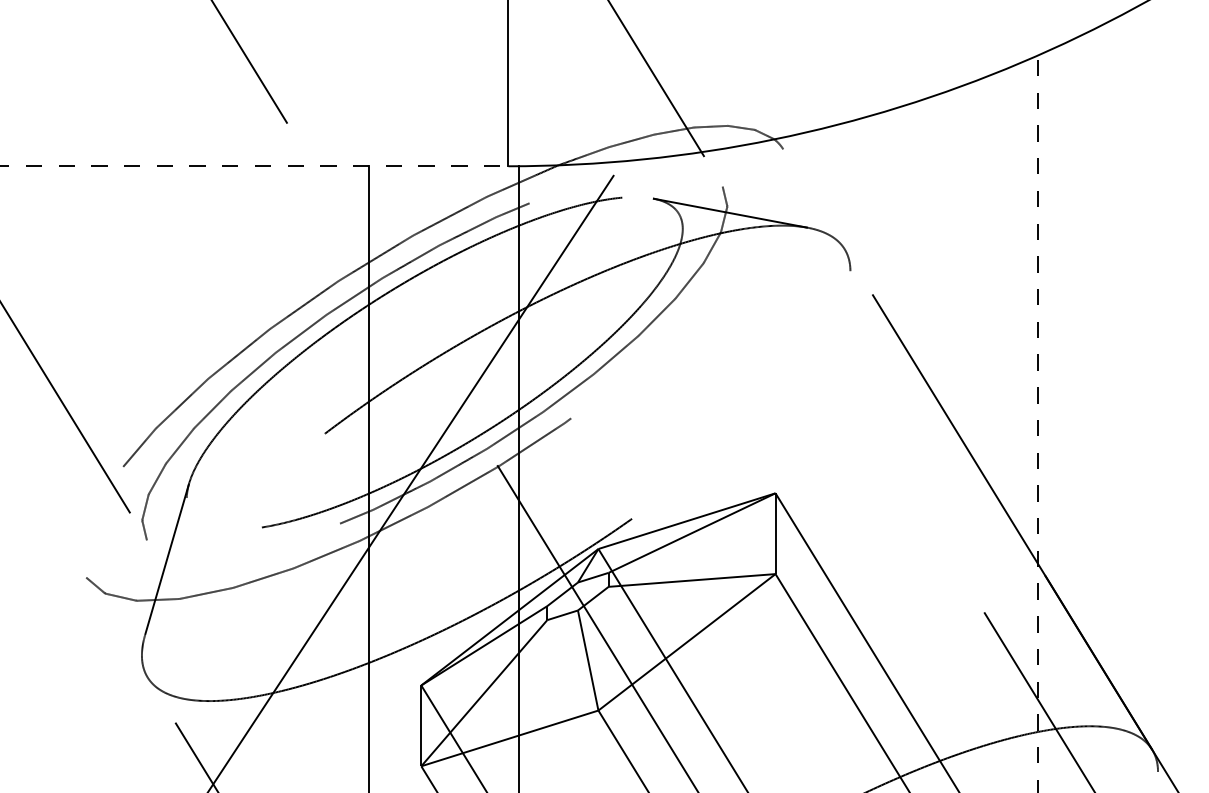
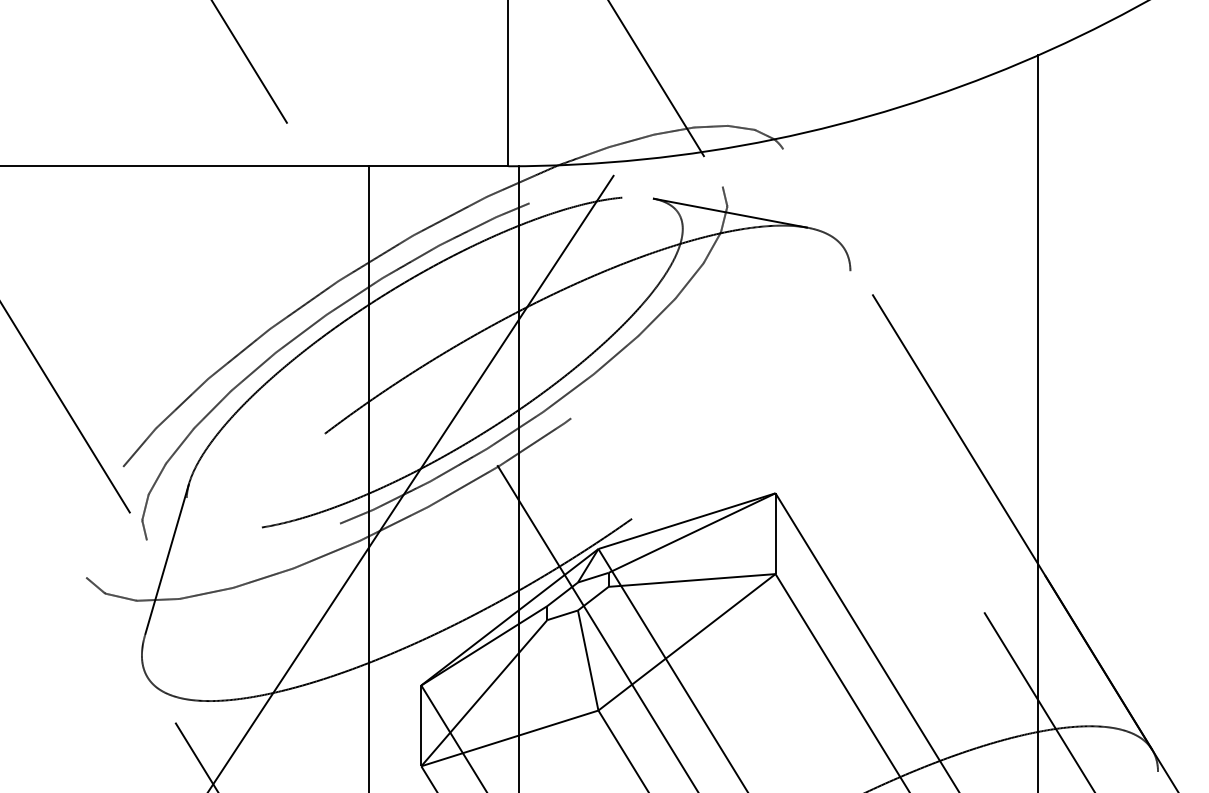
line at (254, 166): dashed -> solid
line at (1037, 423): dashed -> solid
